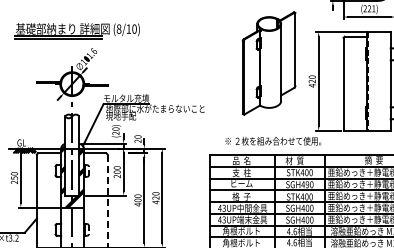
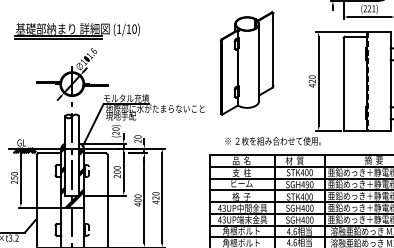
text at (118, 28): (8/10) -> (1/10)
part at (268, 63) position: (268, 63) -> (246, 63)
line at (107, 201): dashed -> solid
